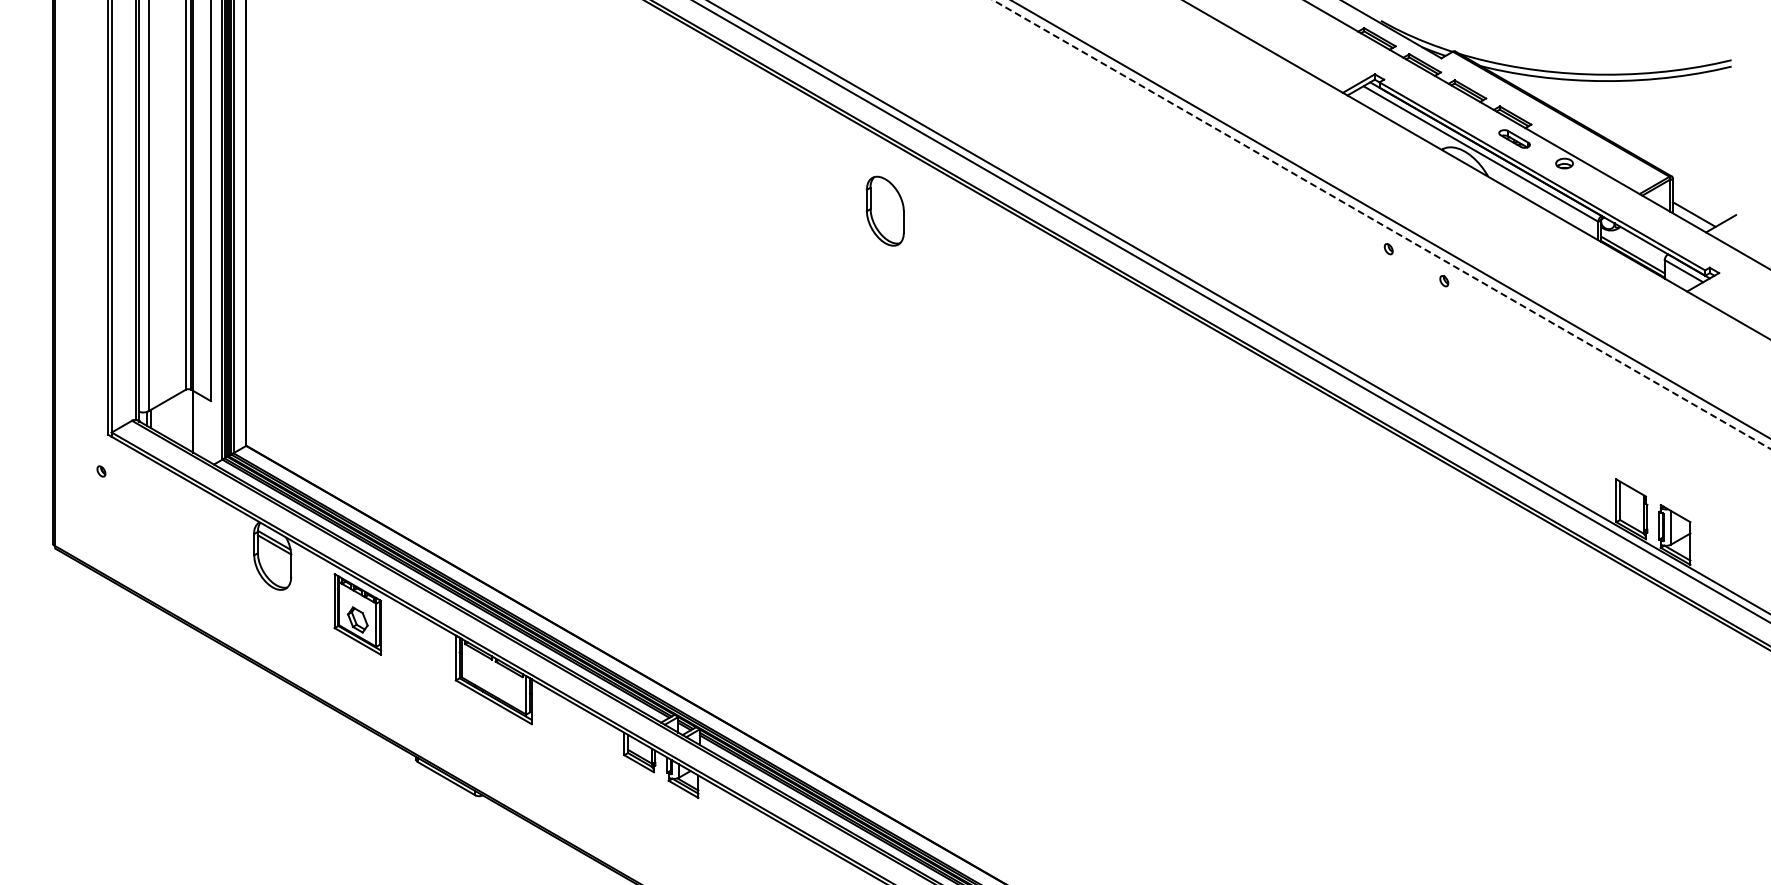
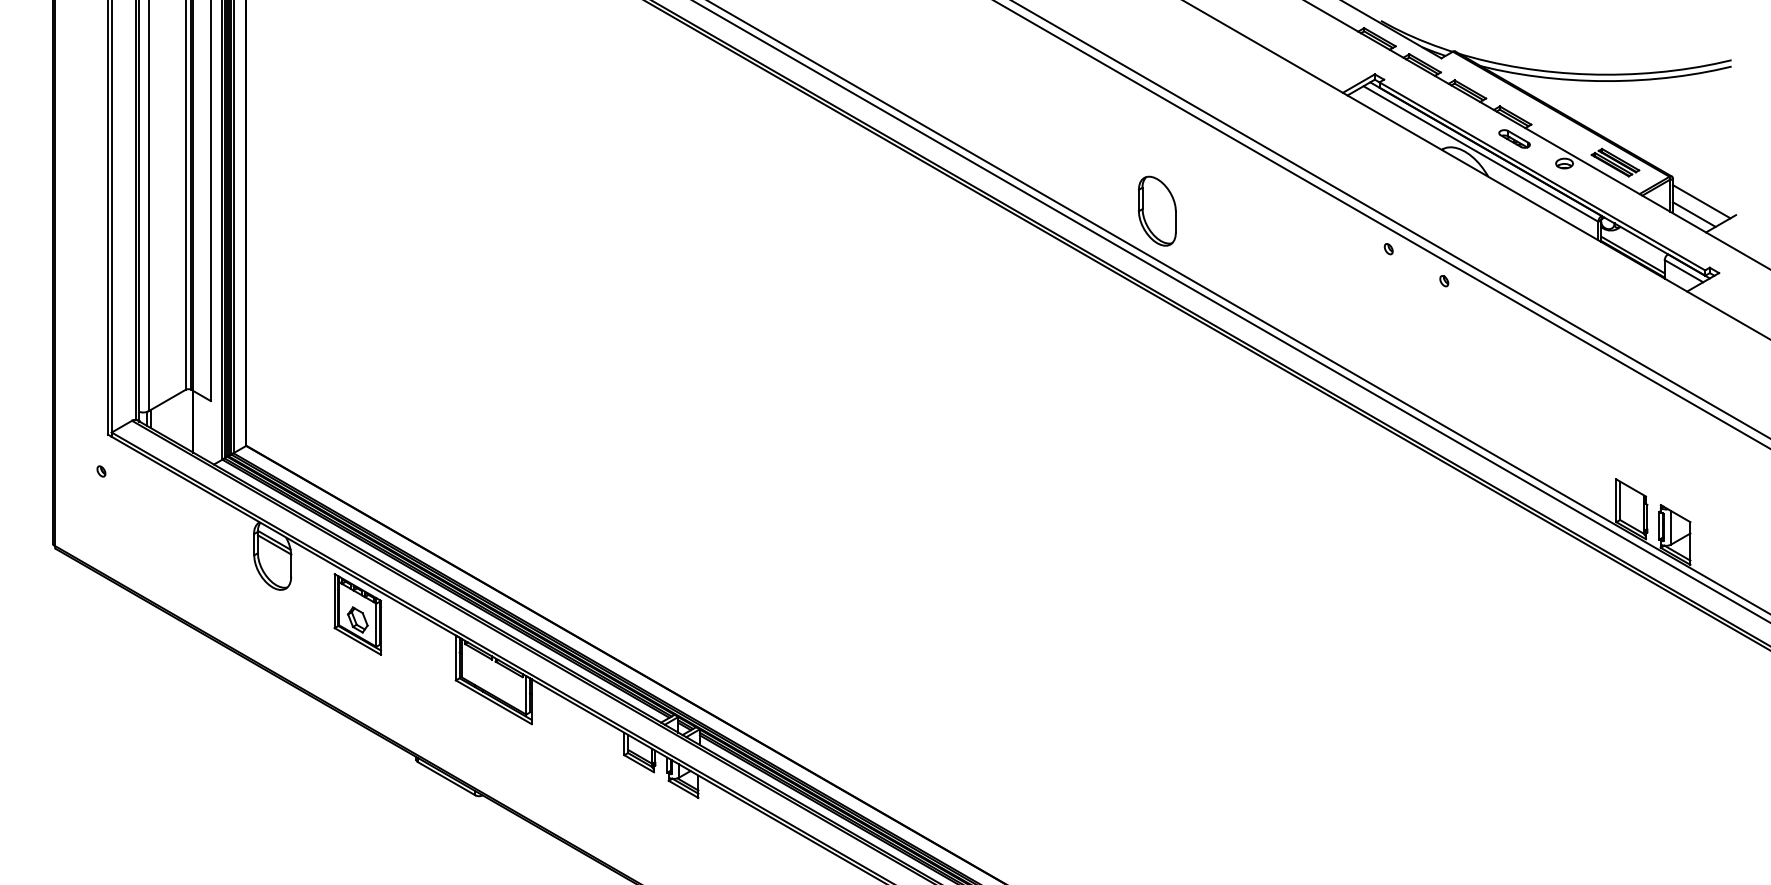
part at (1615, 162): none -> present
line at (1701, 201): none -> present
part at (884, 210) position: (884, 210) -> (1156, 210)
line at (1381, 224): dashed -> solid
